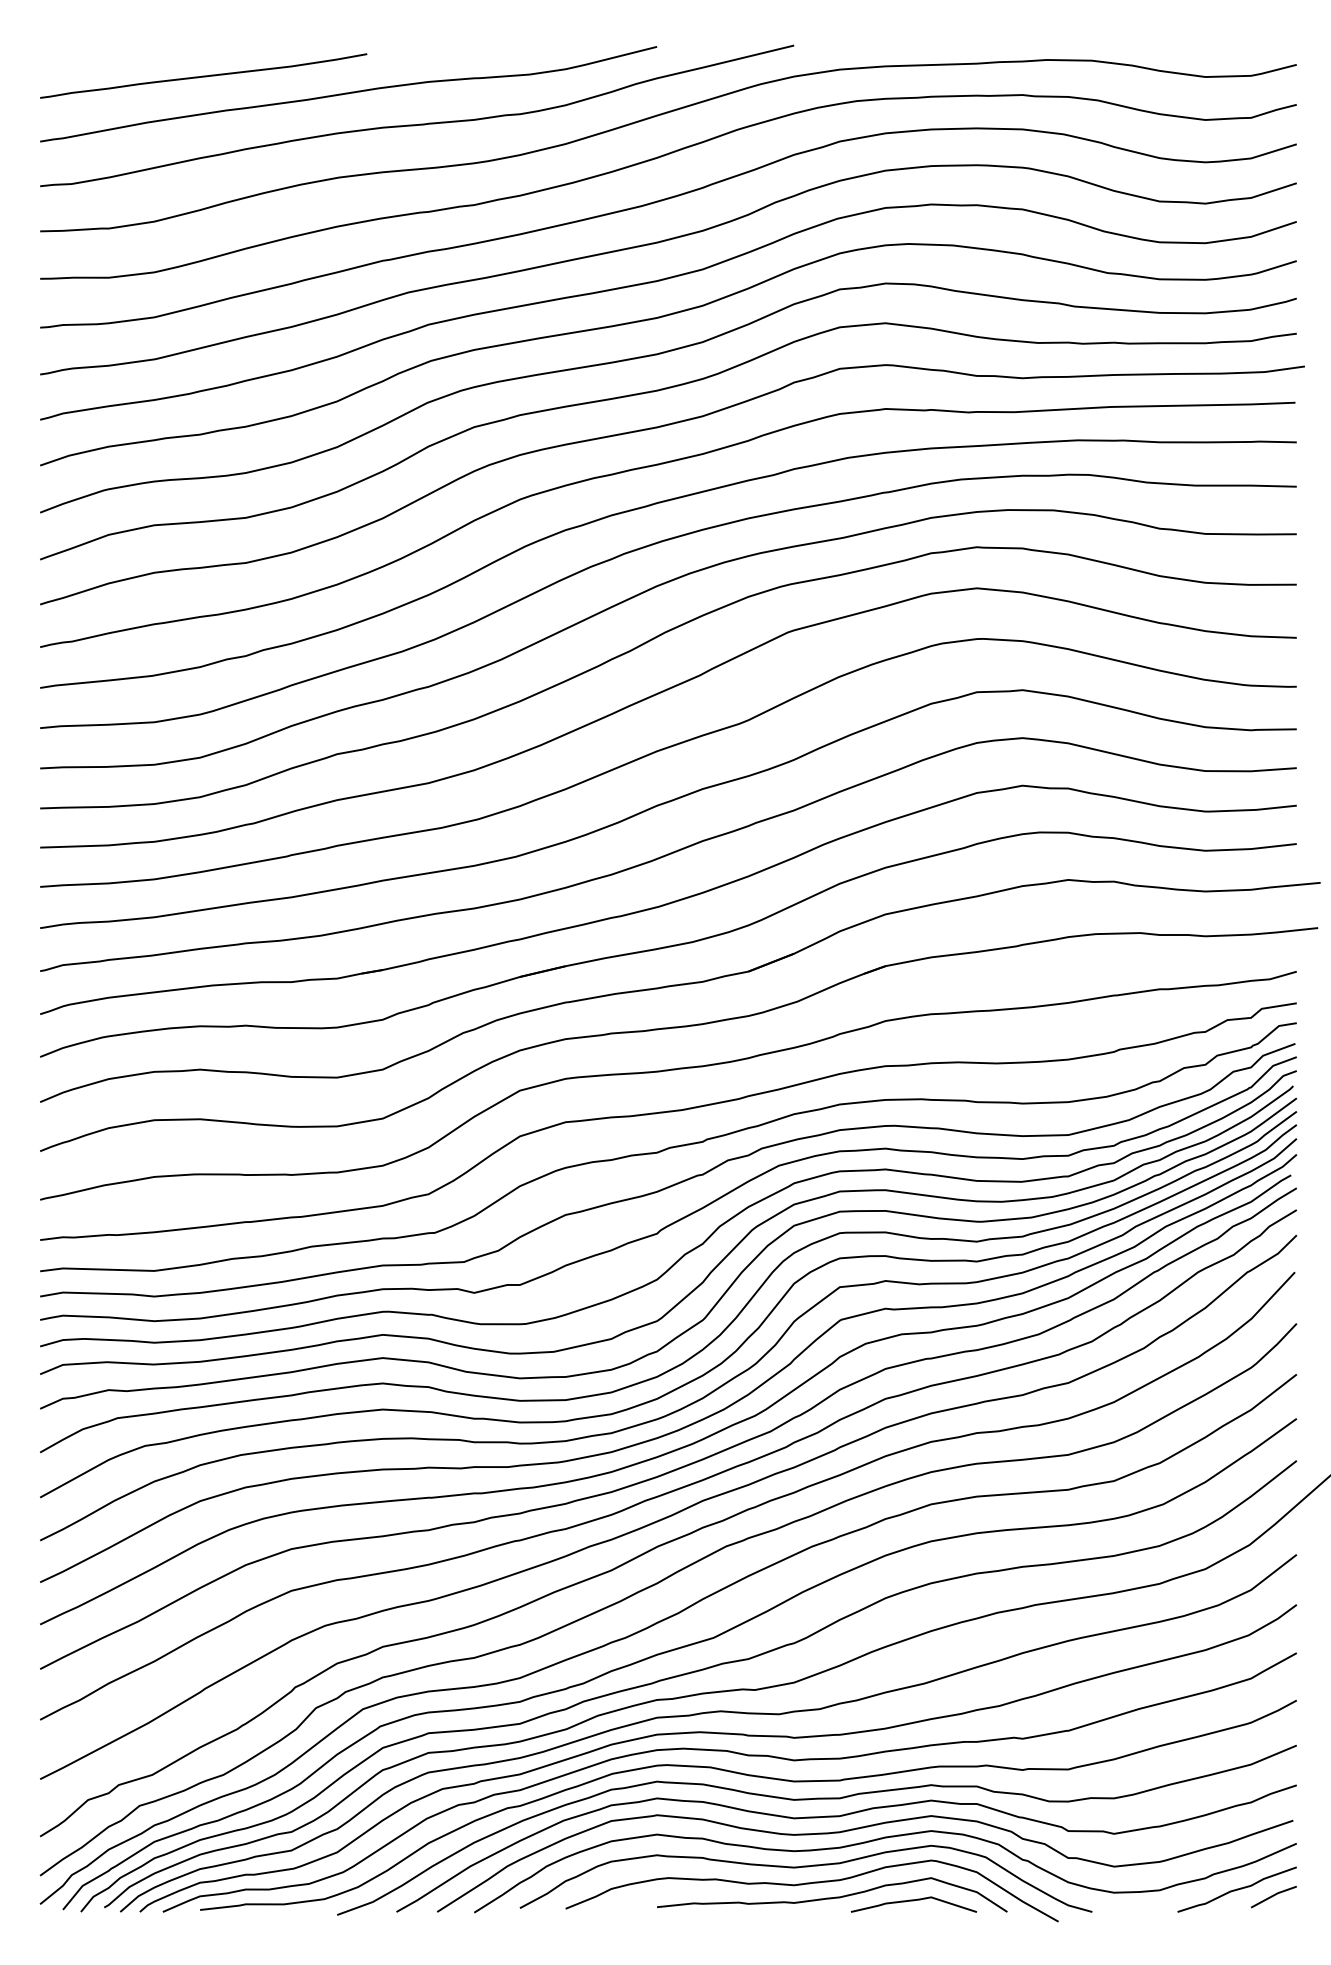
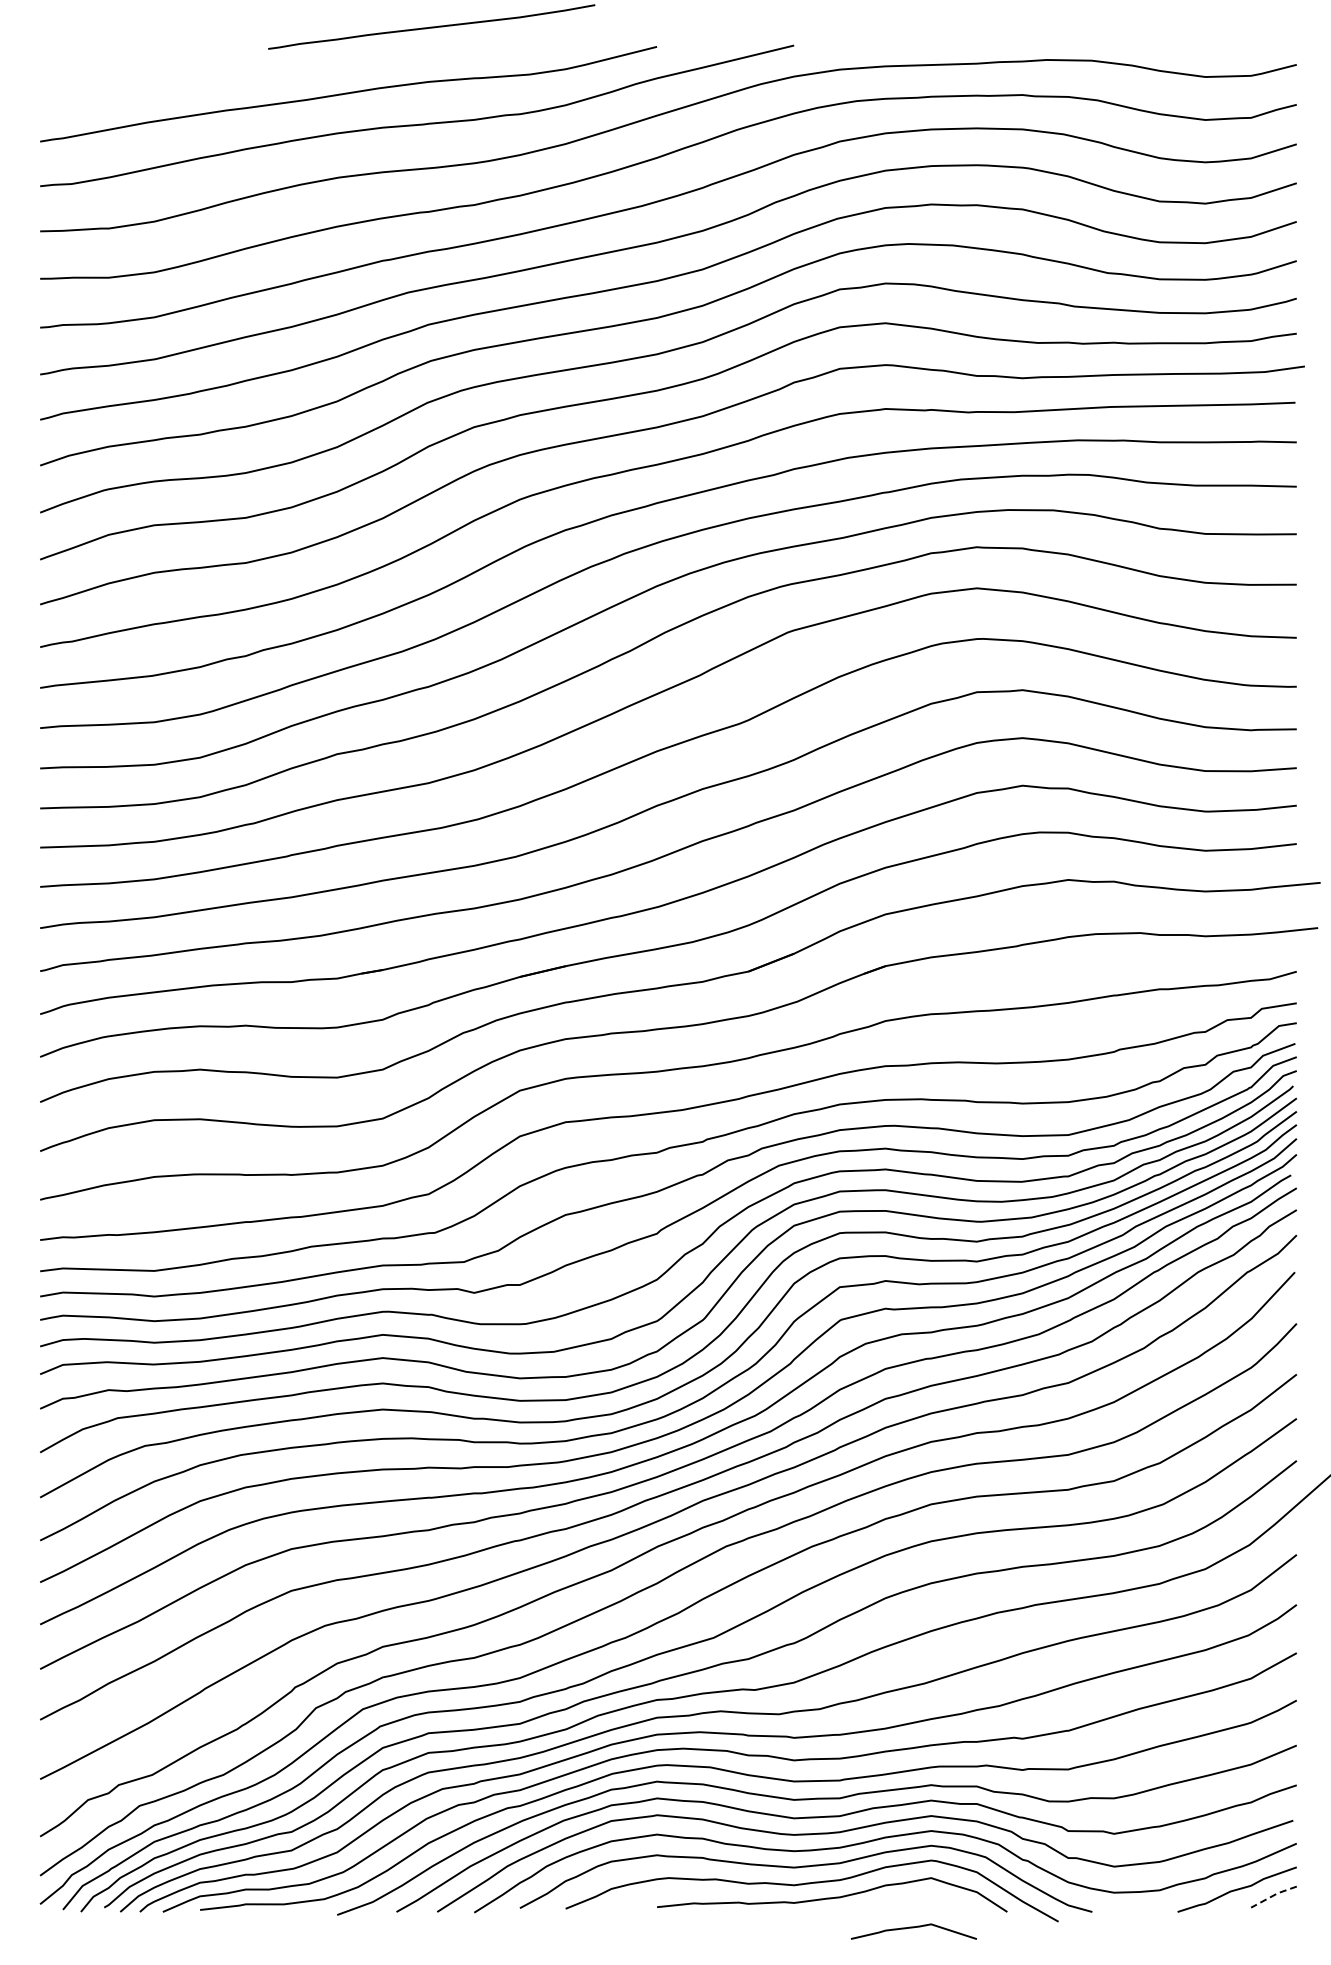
curve at (203, 75) position: (203, 75) -> (431, 26)
line at (1273, 1895): solid -> dashed
curve at (913, 1901) position: (913, 1901) -> (913, 1928)
